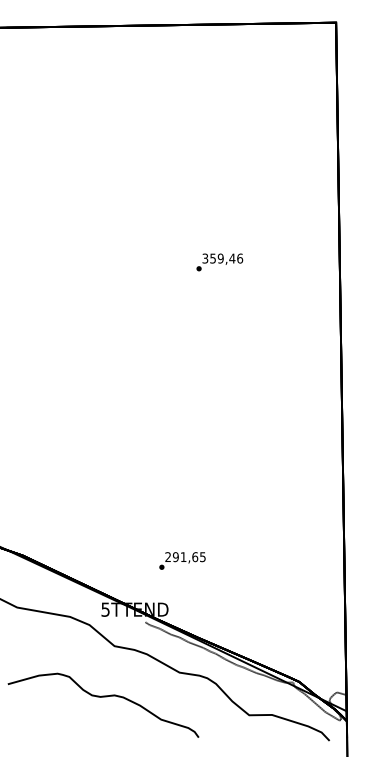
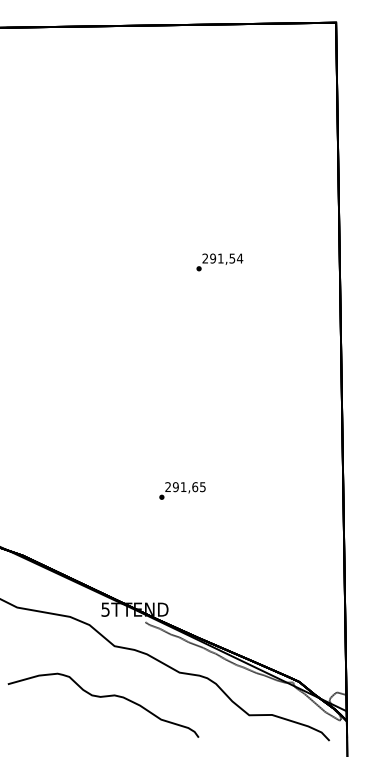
text at (222, 258): 359,46 -> 291,54
text at (182, 560) position: (182, 560) -> (182, 490)
